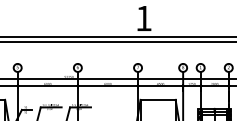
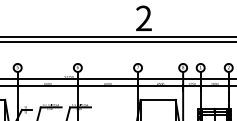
text at (143, 17): 1 -> 2
